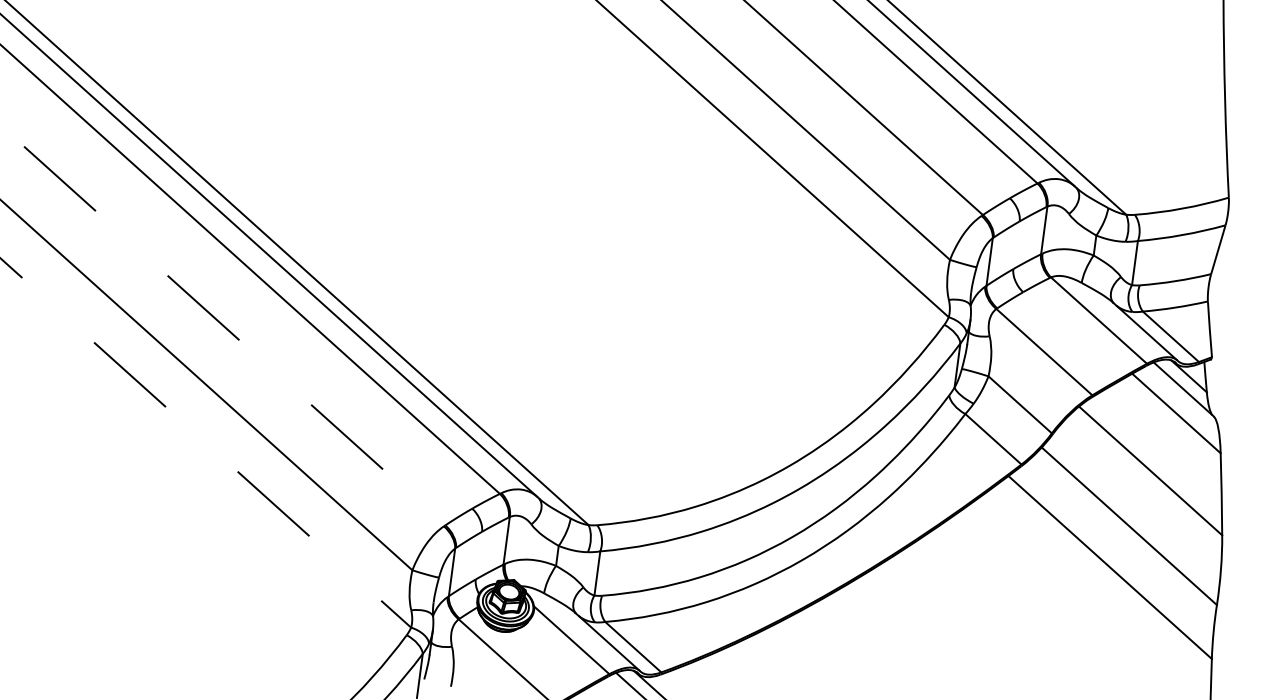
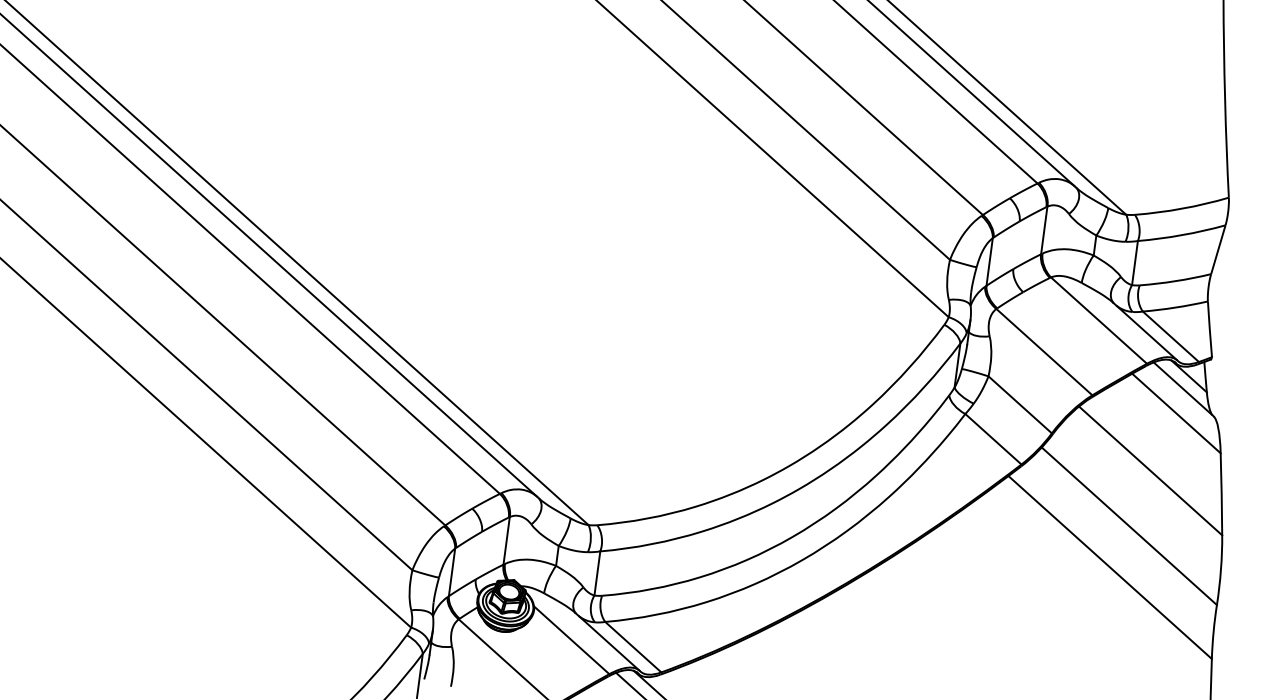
line at (223, 325): dashed -> solid
line at (205, 443): dashed -> solid
